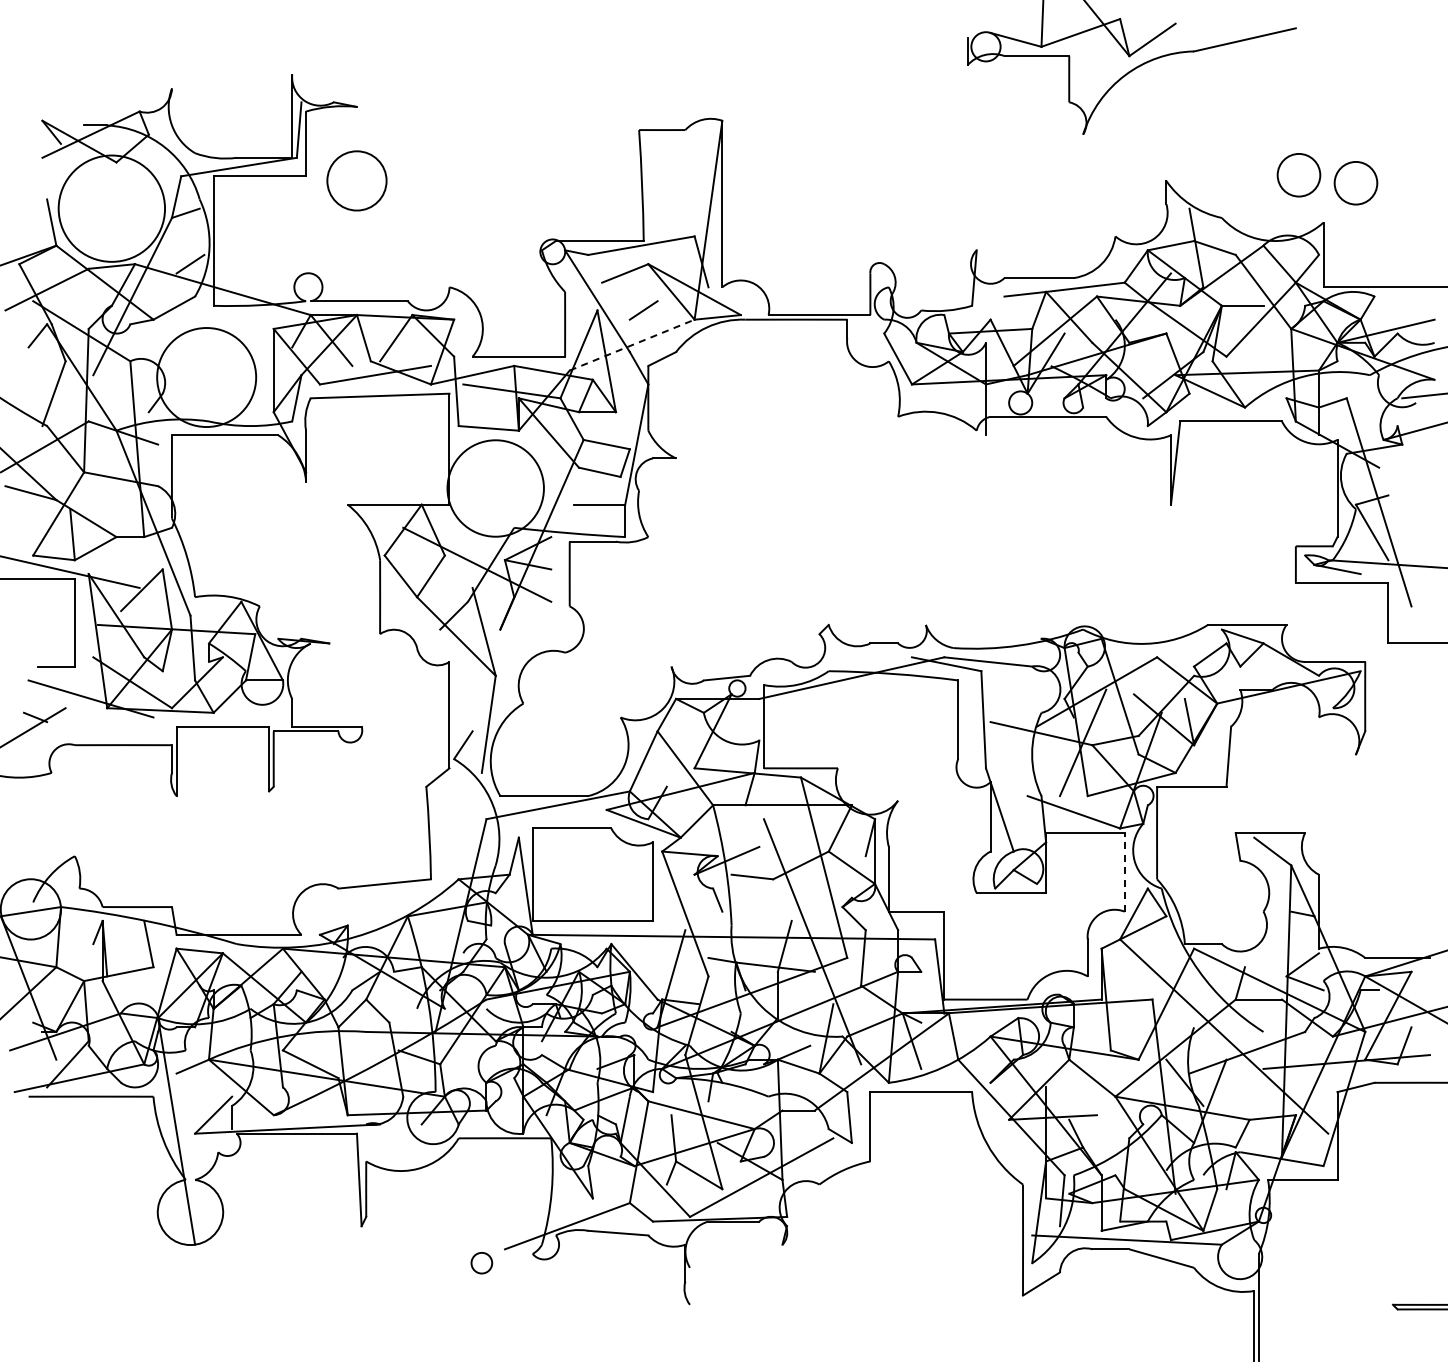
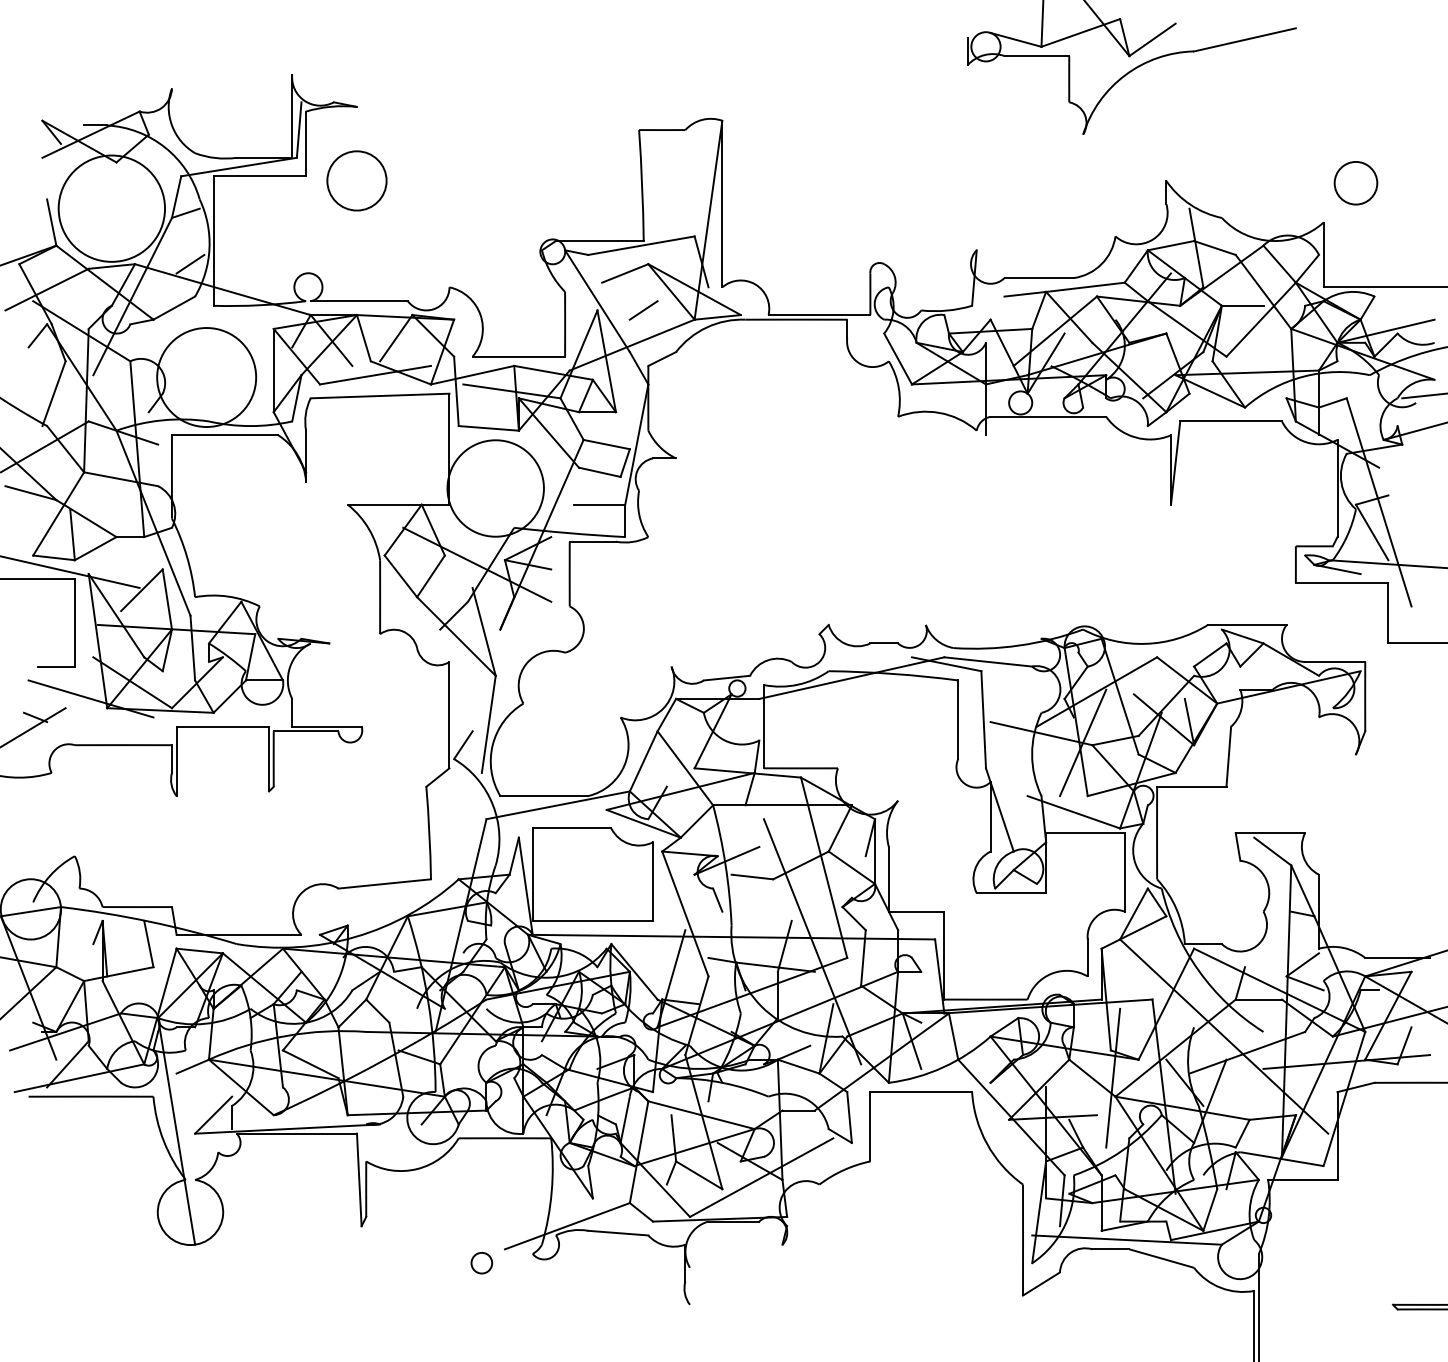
circle at (1298, 175): present -> none
line at (632, 344): dashed -> solid
line at (1124, 871): dashed -> solid
line at (1113, 1077): none -> present
